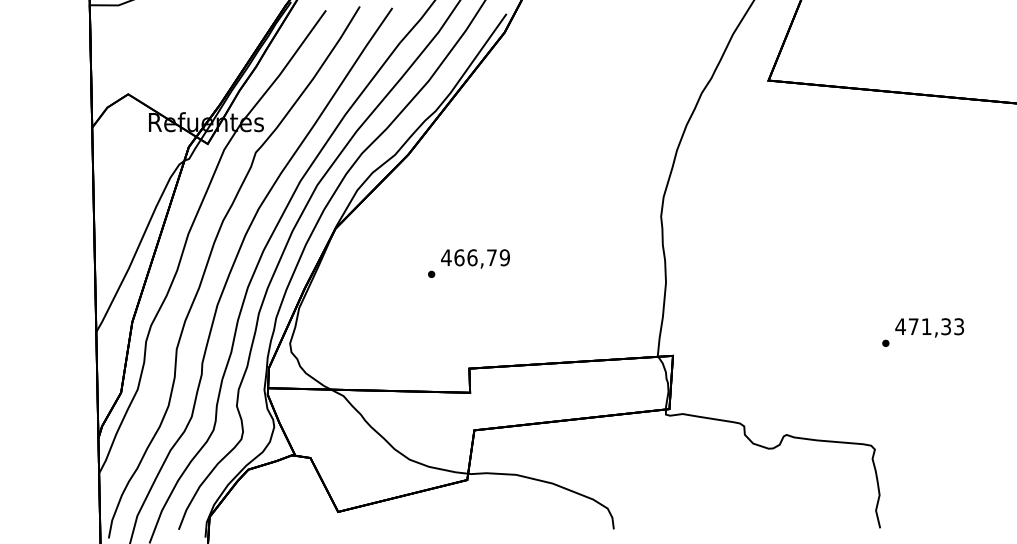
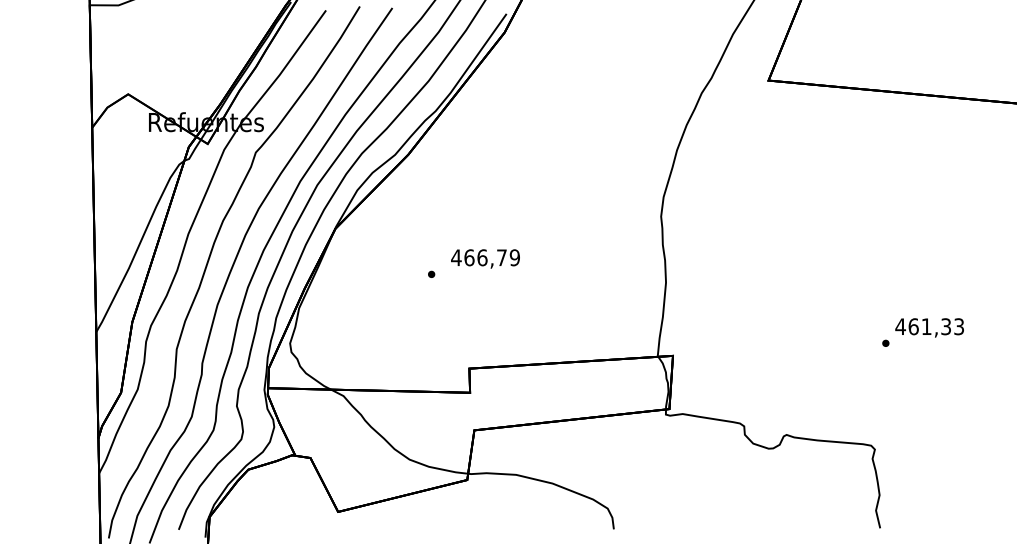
text at (475, 258) position: (475, 258) -> (485, 258)
text at (913, 326): 471,33 -> 461,33
